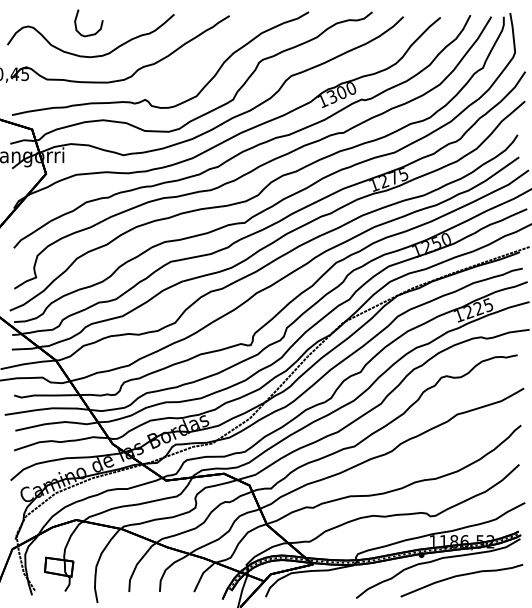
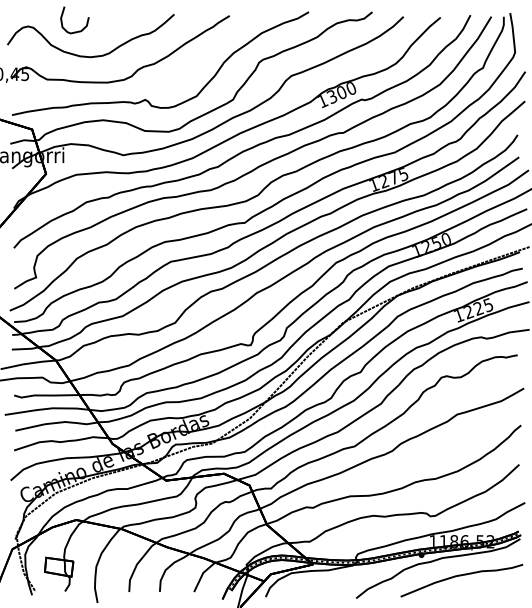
curve at (92, 33) position: (92, 33) -> (78, 30)
